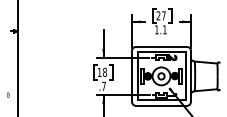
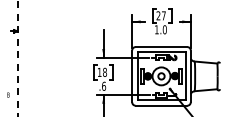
text at (164, 29): 1.1 -> 1.0
line at (17, 58): solid -> dashed
text at (104, 85): .7 -> .6
